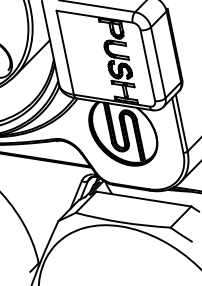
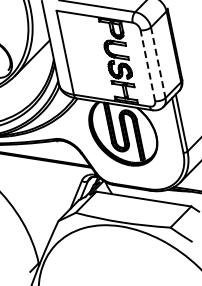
line at (158, 63): solid -> dashed
line at (147, 65): solid -> dashed
